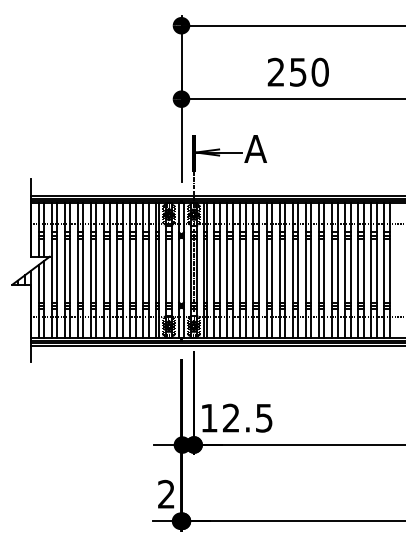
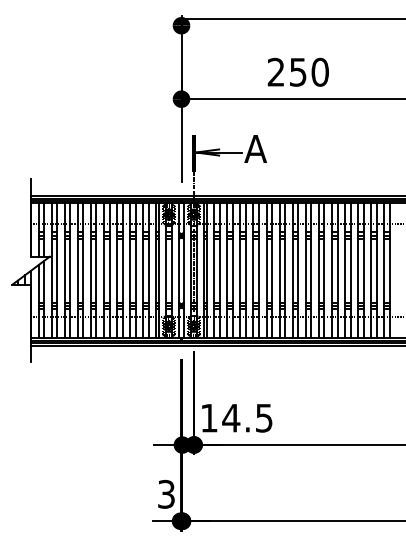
line at (291, 25) position: (291, 25) -> (291, 18)
text at (231, 417): 12.5 -> 14.5
text at (166, 494): 2 -> 3
